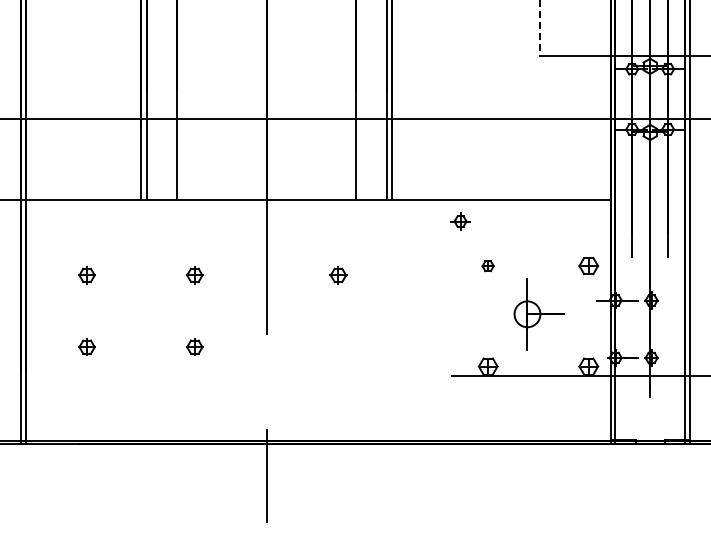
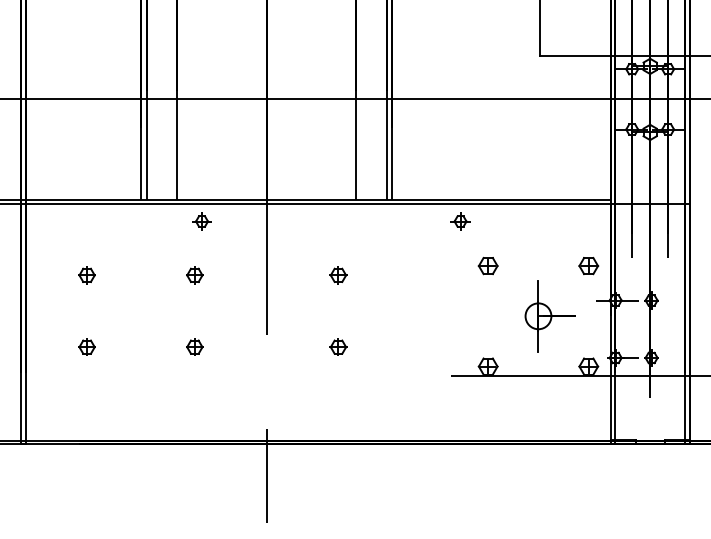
line at (540, 28): dashed -> solid
line at (354, 119) position: (354, 119) -> (354, 99)
line at (345, 203): none -> present
part at (201, 221): none -> present
part at (487, 265) size: 14x12 px -> 22x19 px
part at (538, 314) position: (538, 314) -> (549, 316)
part at (338, 346): none -> present
